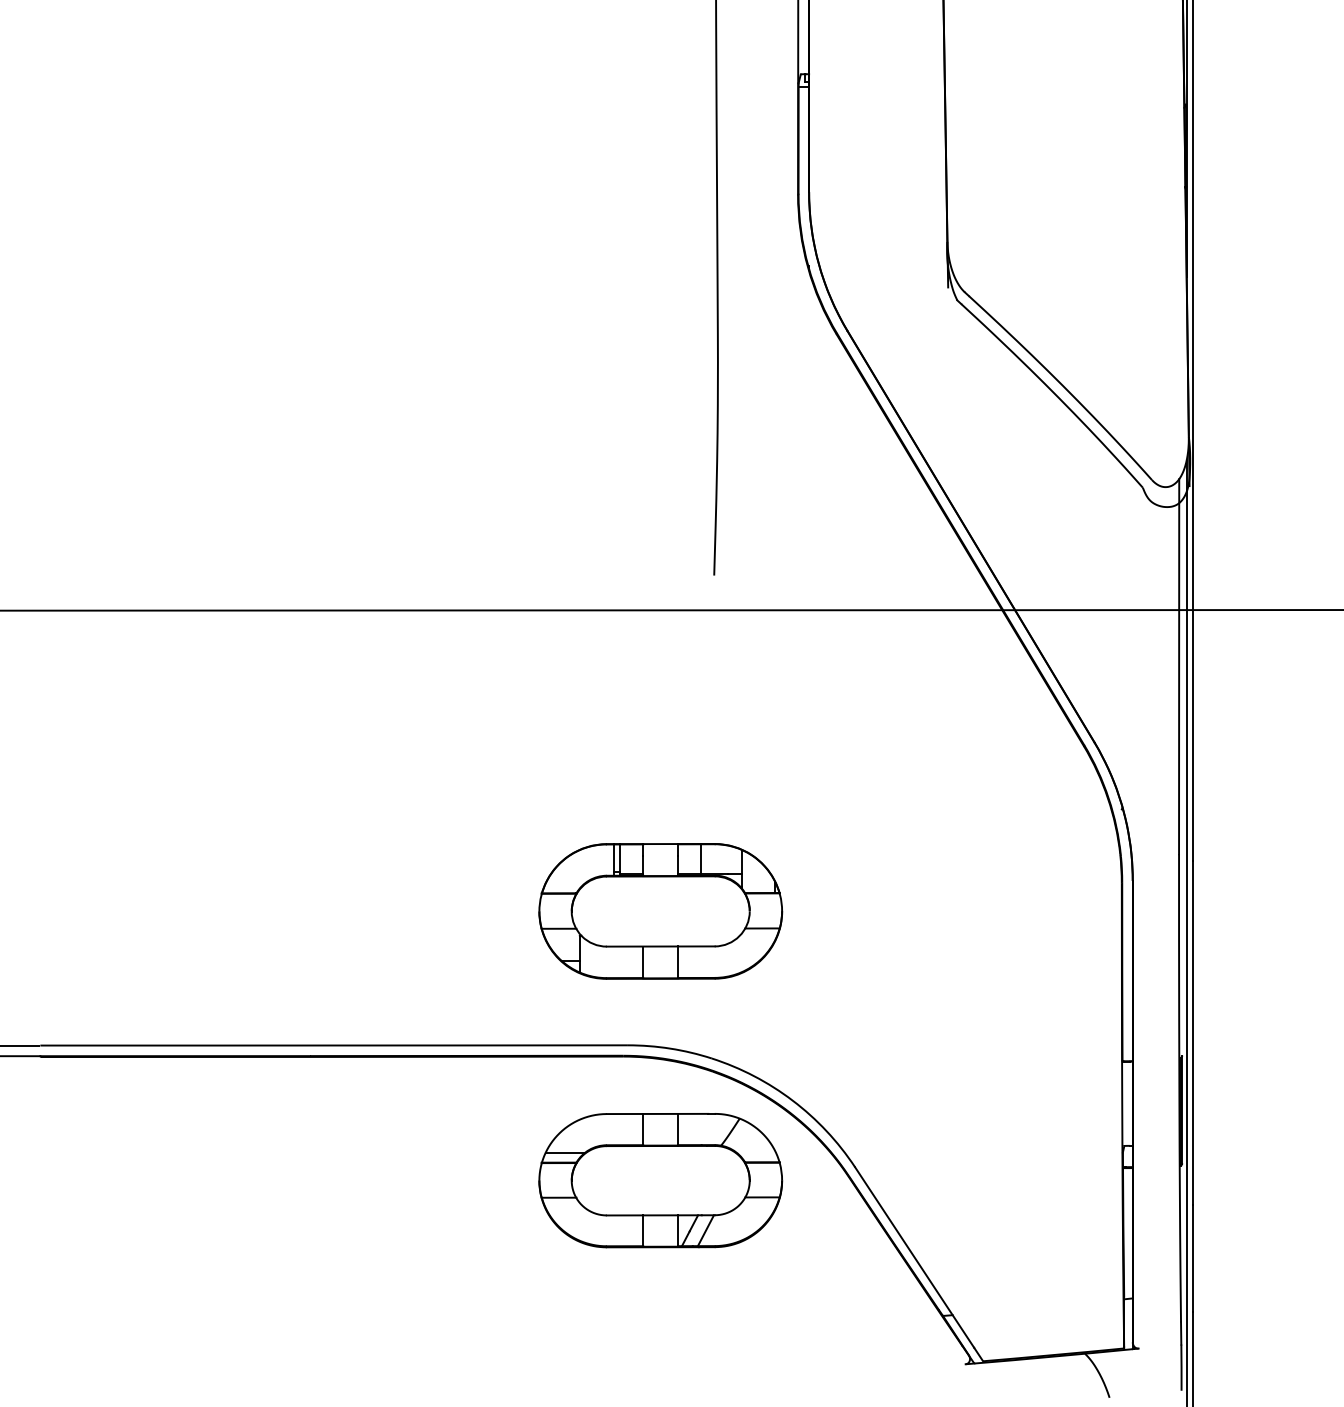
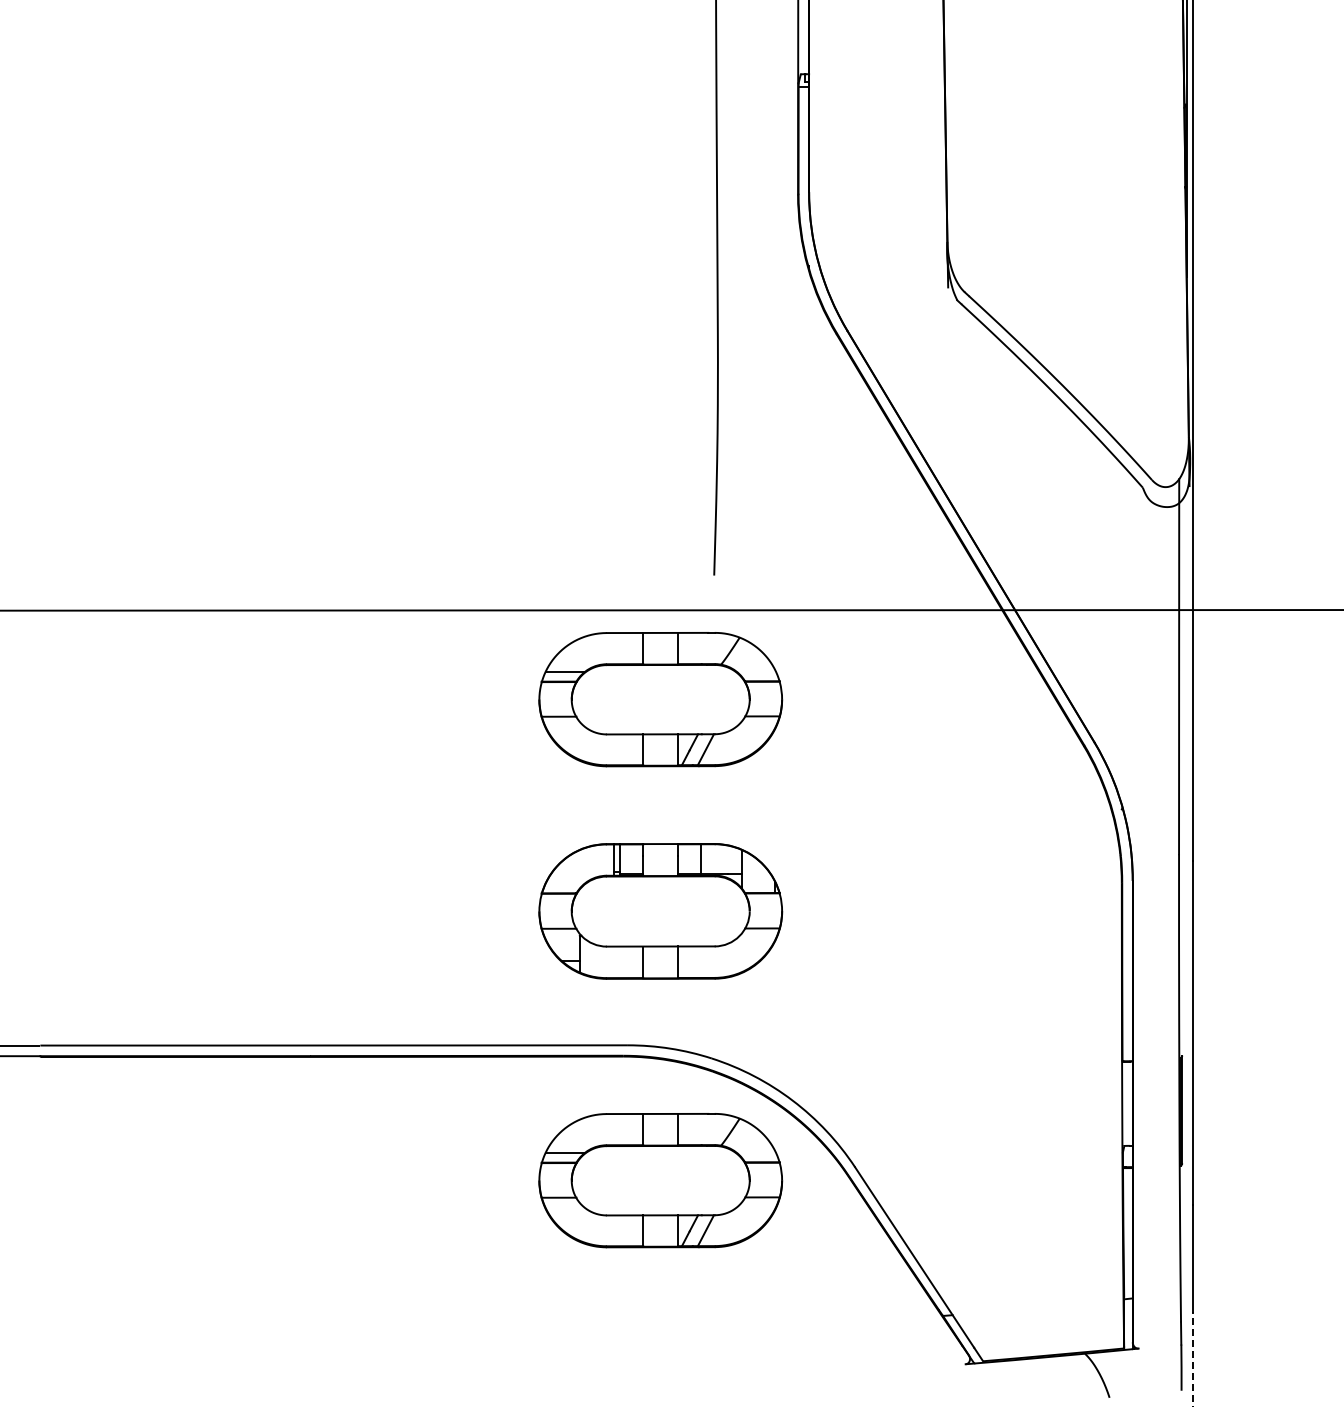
part at (660, 699): none -> present
line at (1186, 931): present -> none
line at (1193, 1358): solid -> dashed
